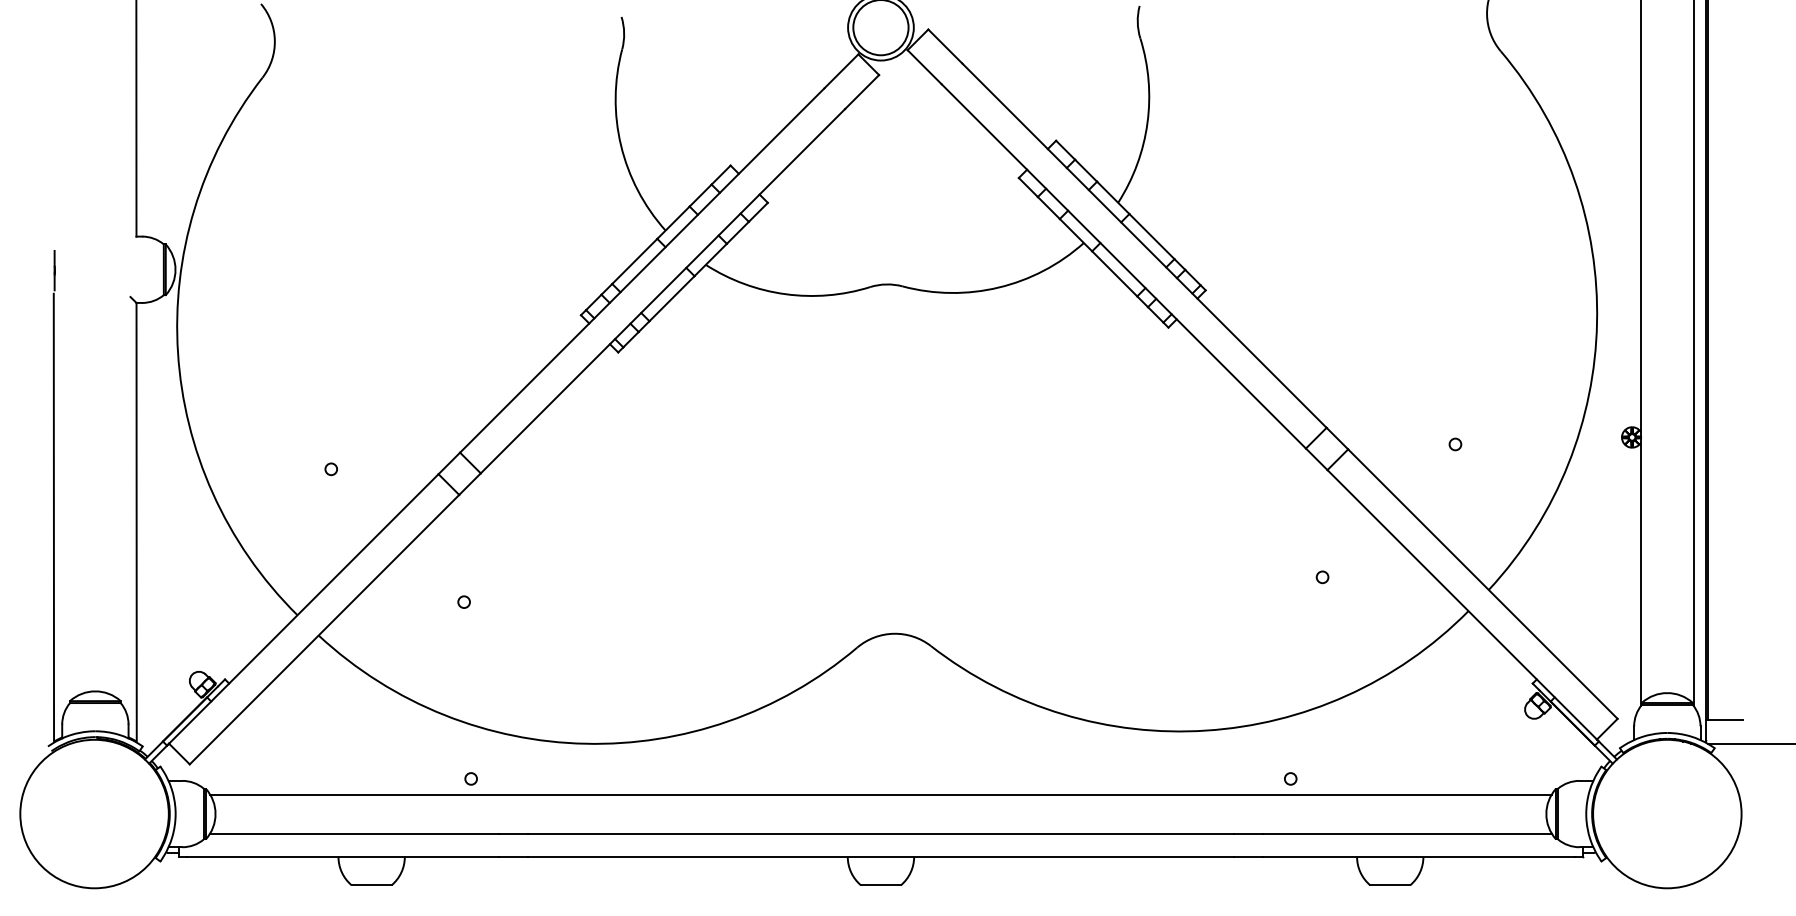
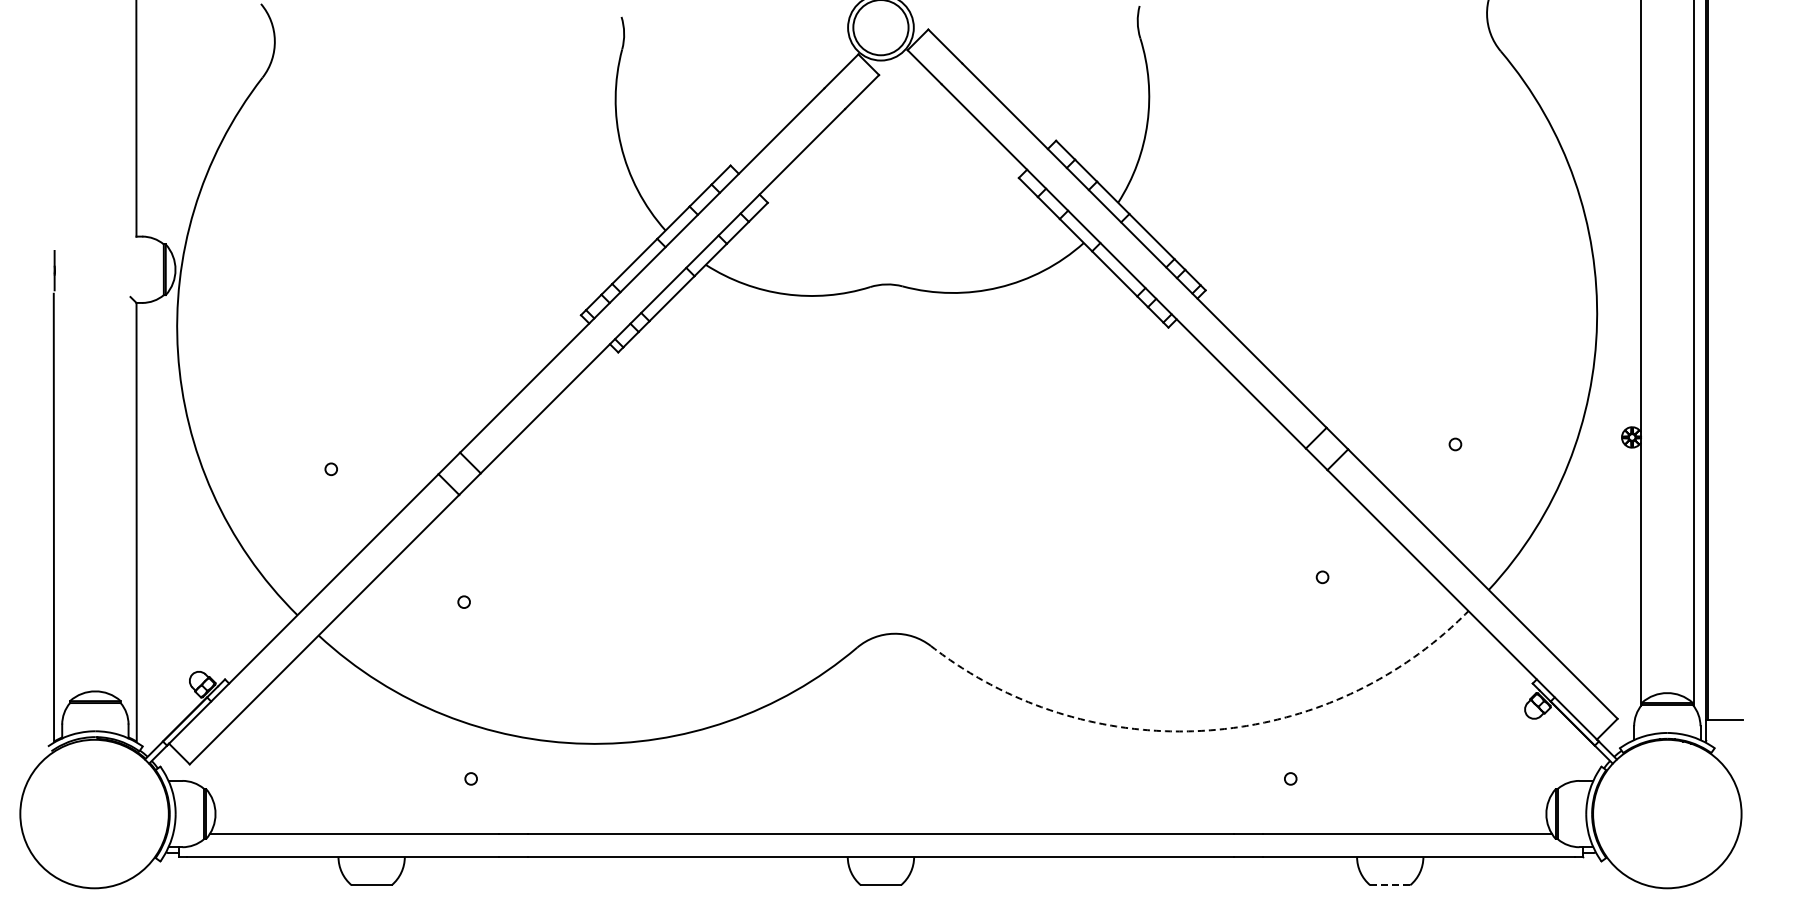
arc at (1206, 730): solid -> dashed
line at (1749, 743): present -> none
line at (880, 794): present -> none
line at (1390, 885): solid -> dashed
